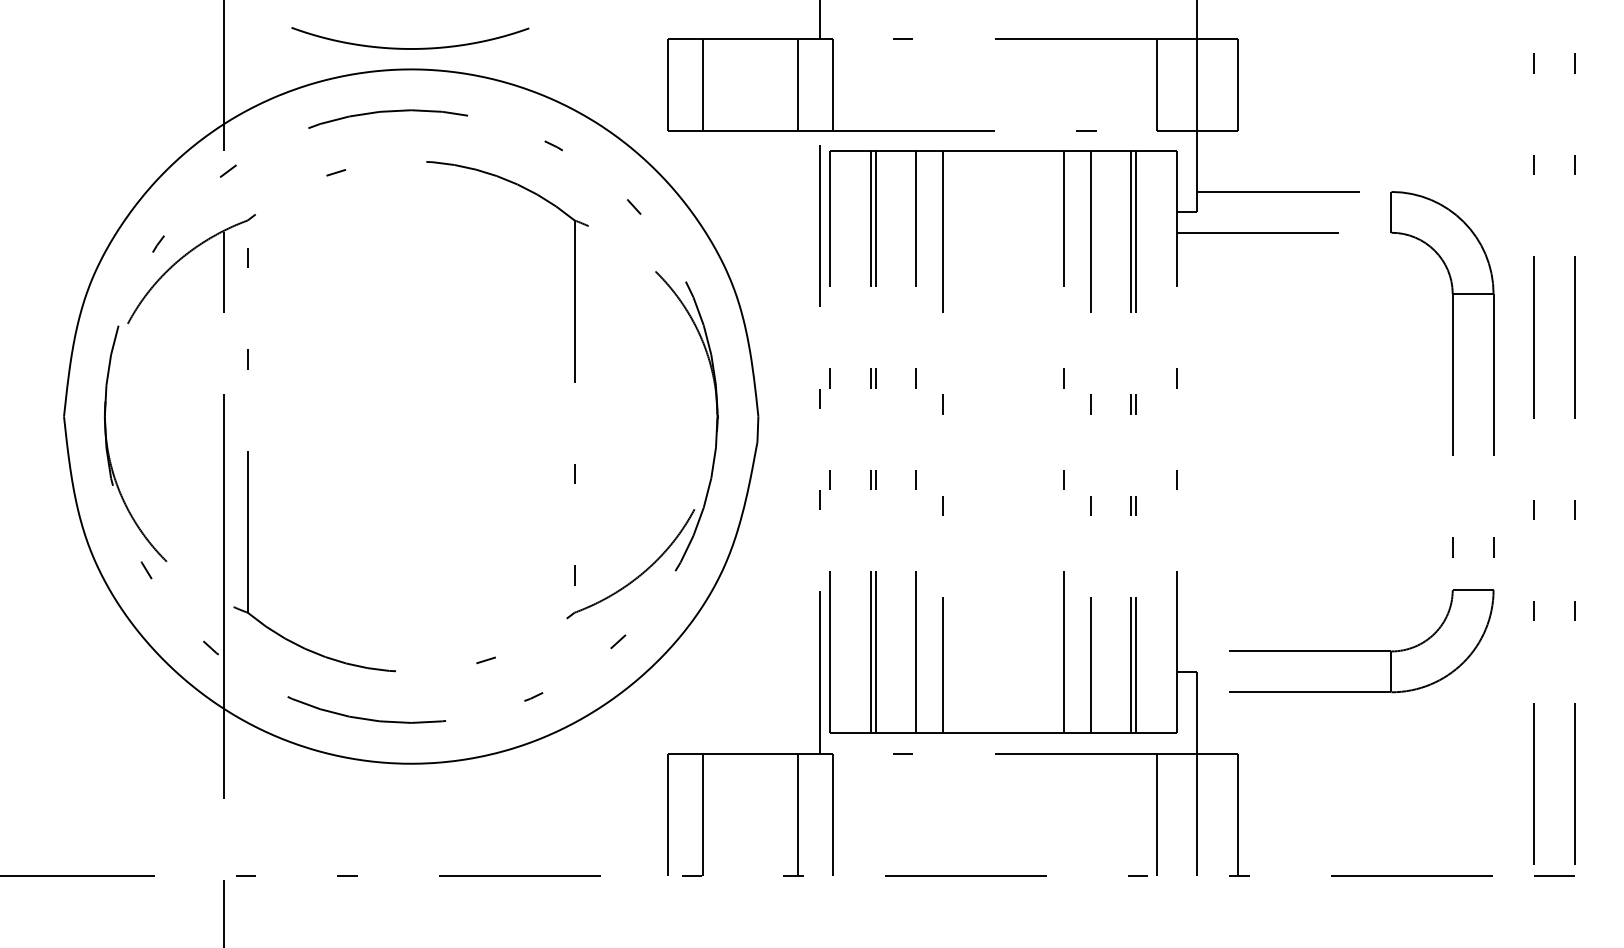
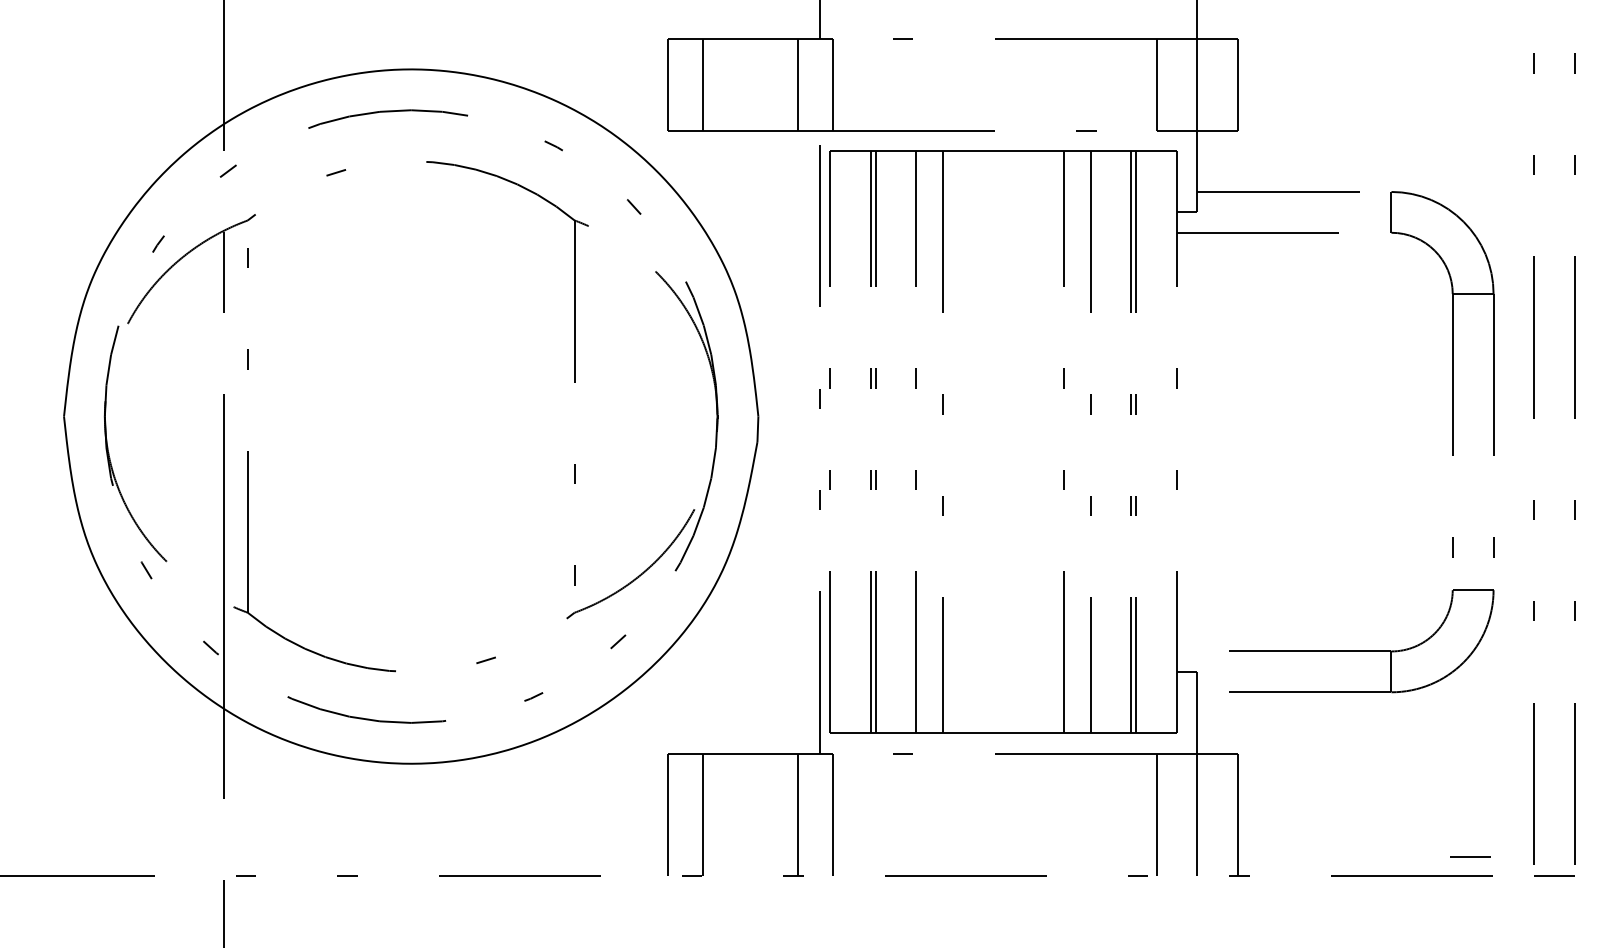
curve at (410, 48): present -> none
line at (1470, 856): none -> present
